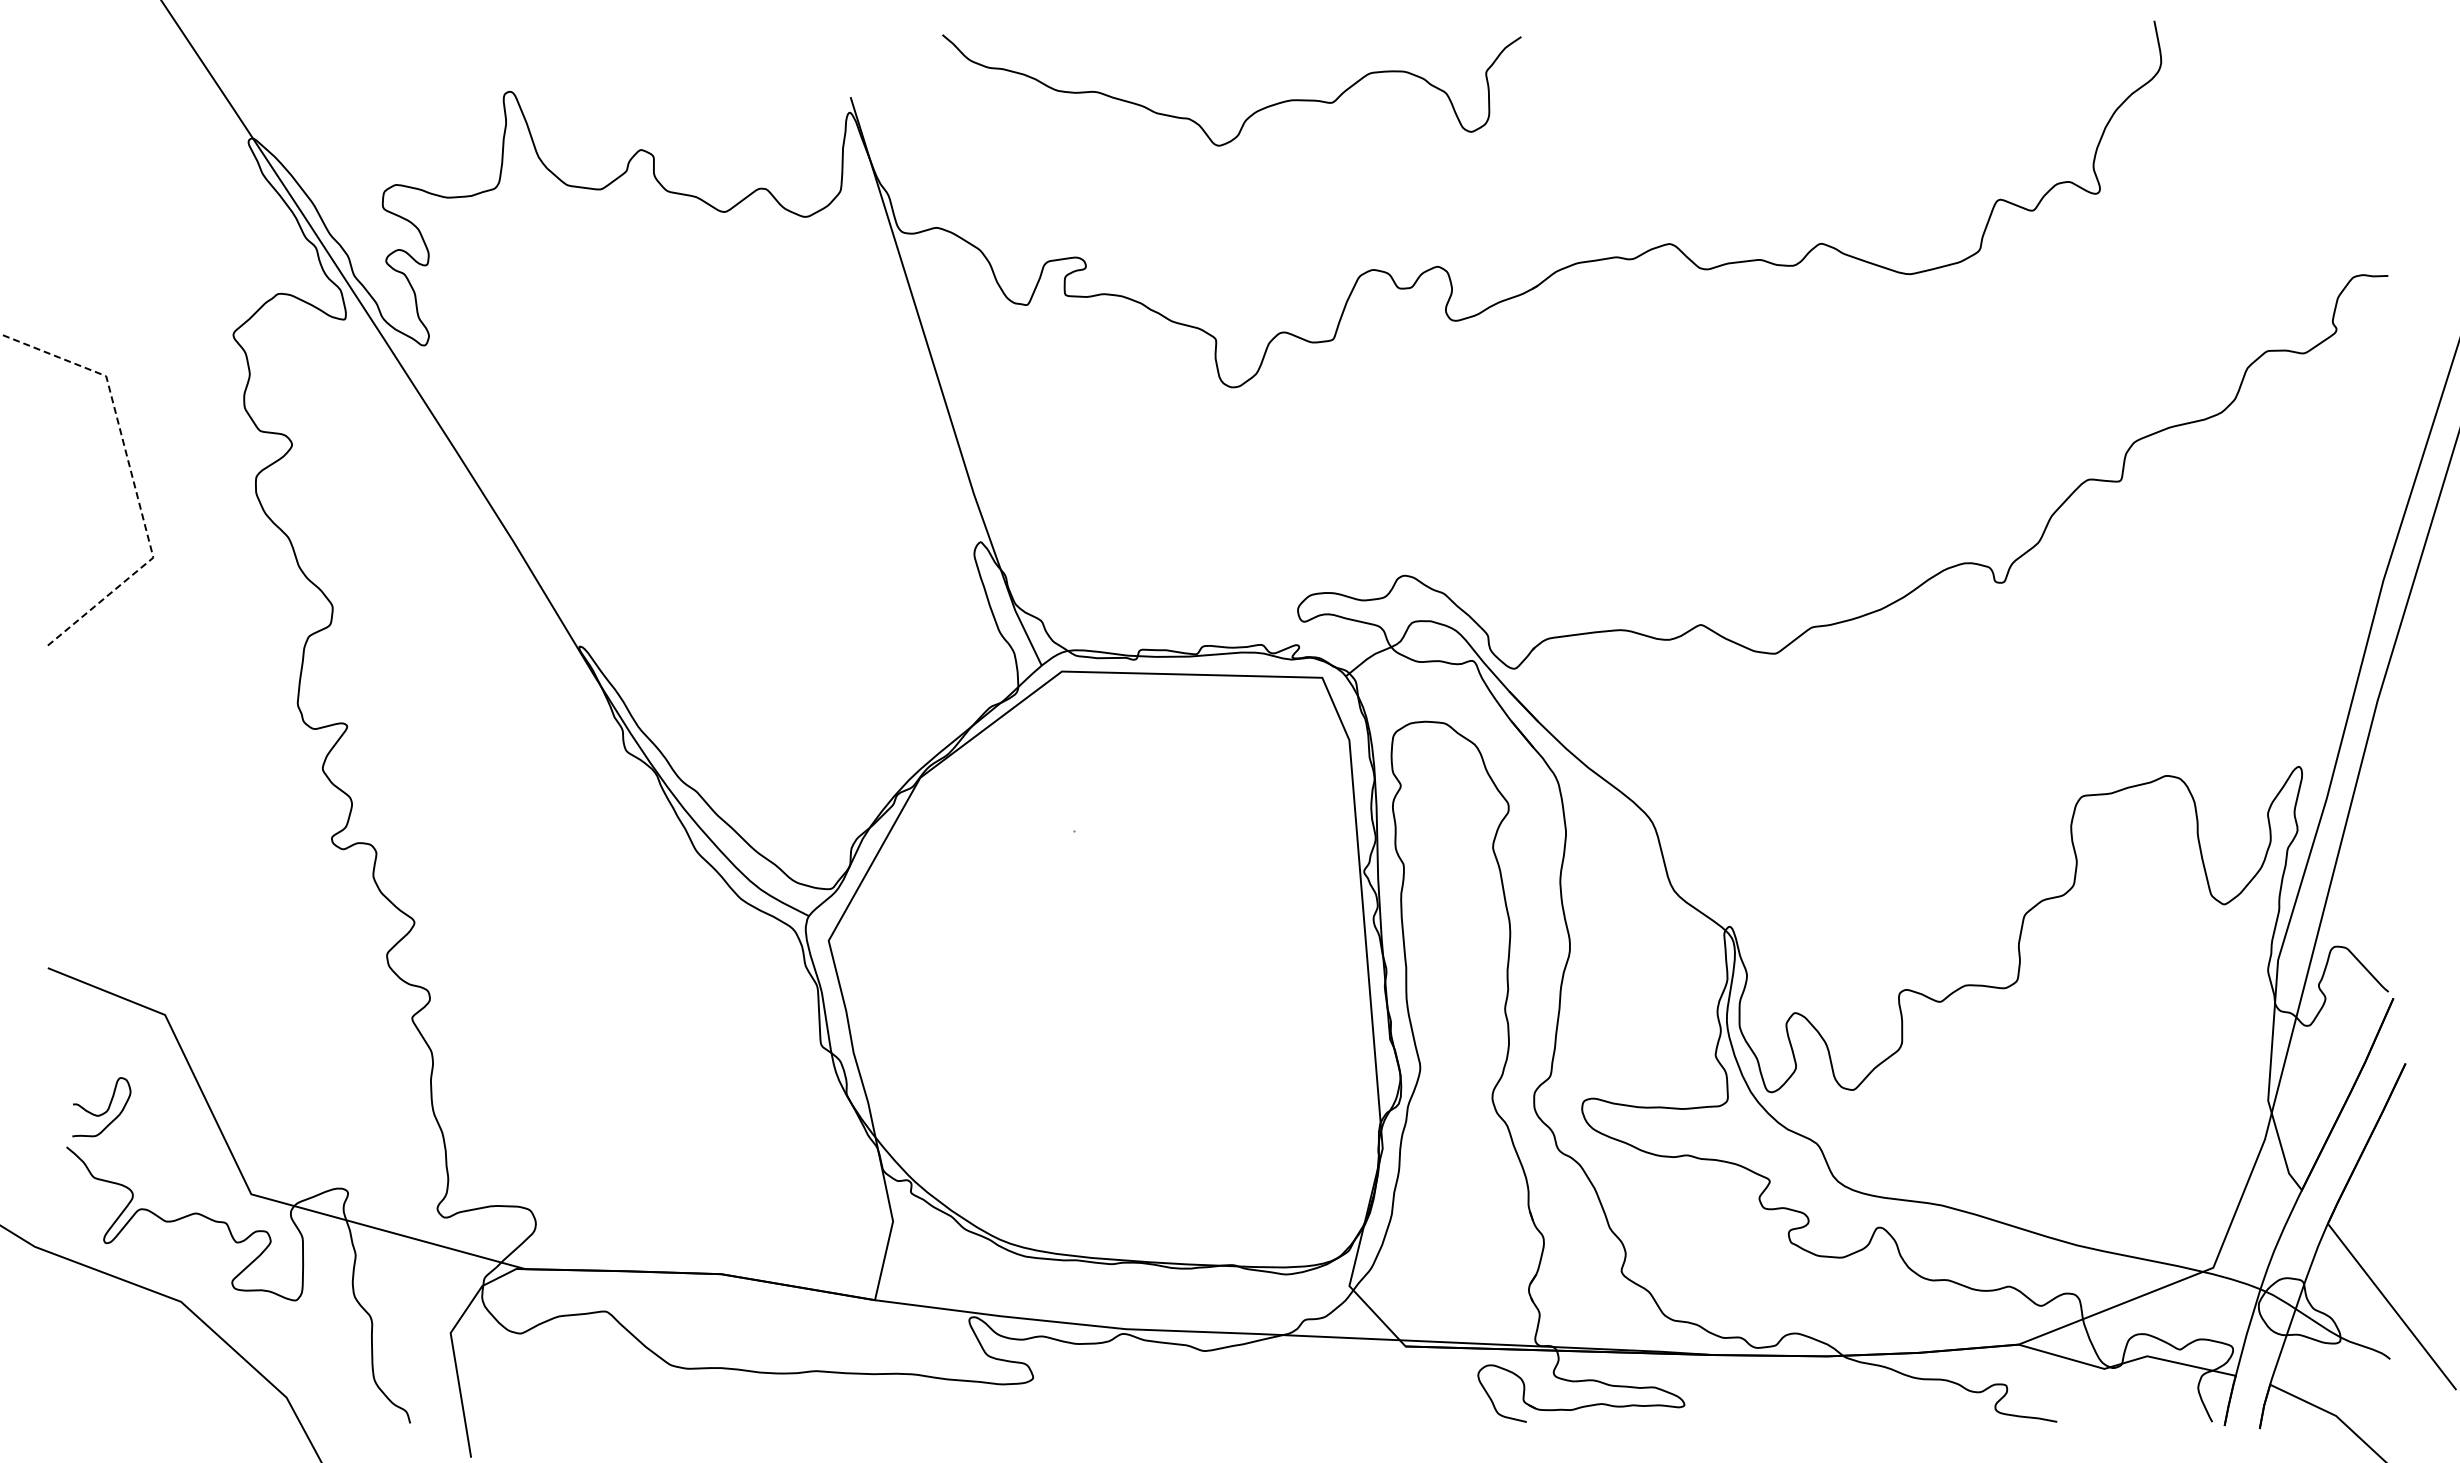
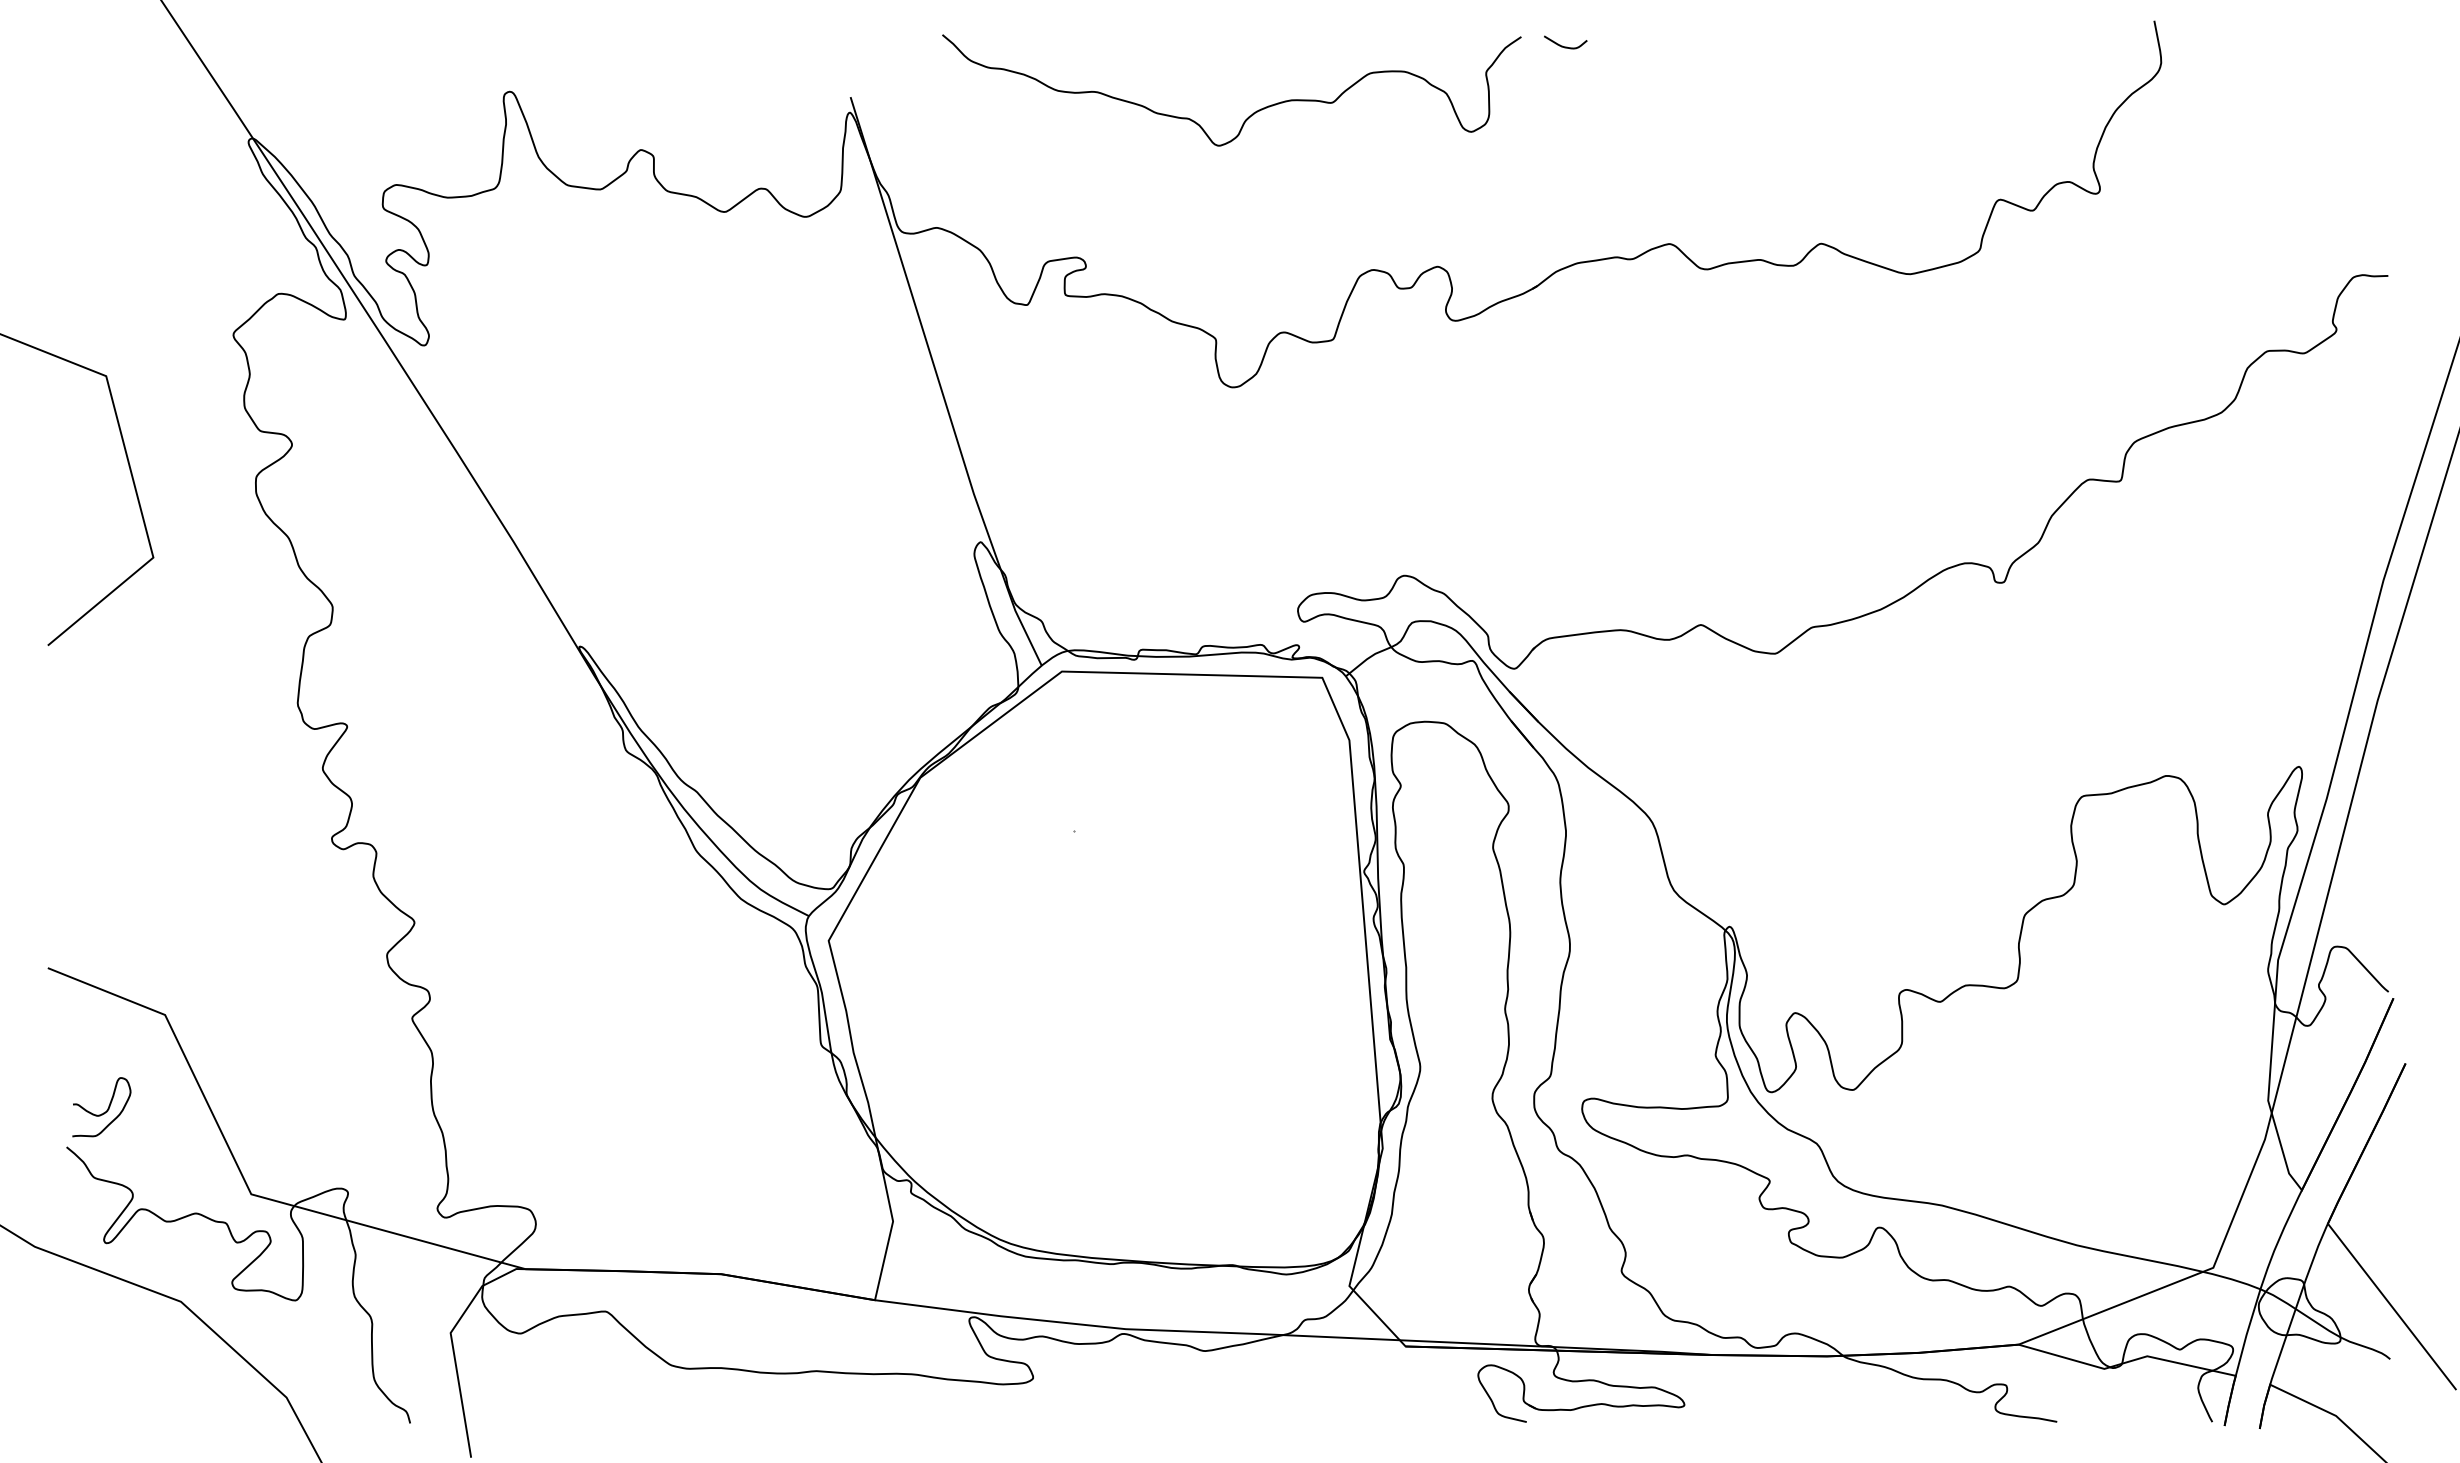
curve at (1565, 46): none -> present
line at (132, 478): dashed -> solid
